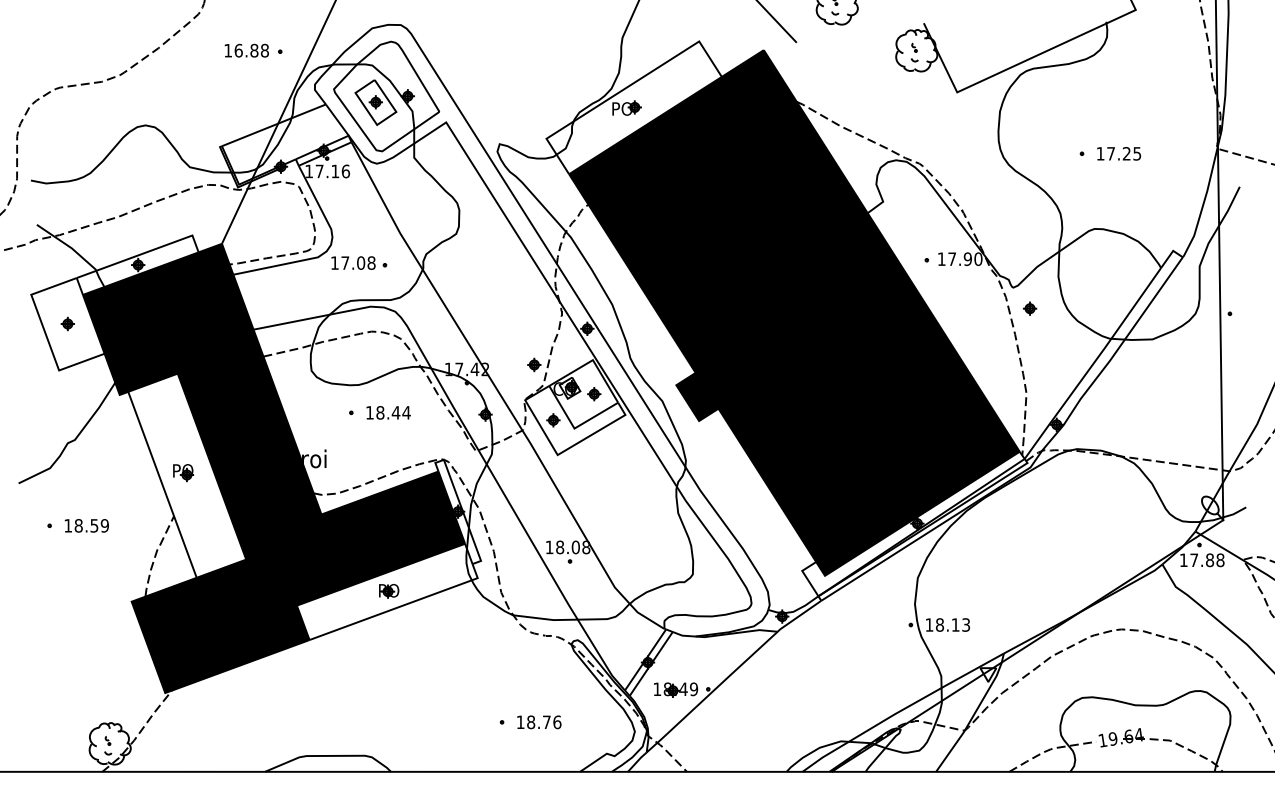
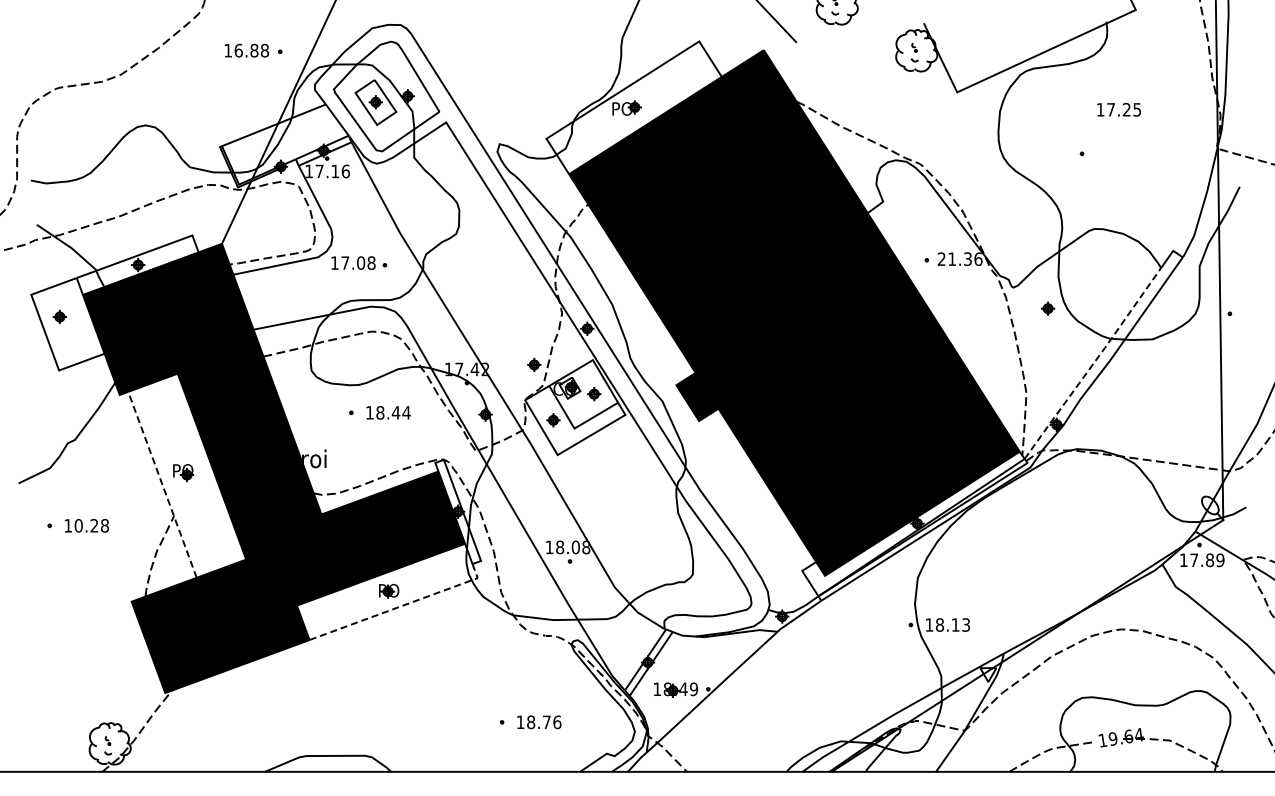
text at (1119, 153) position: (1119, 153) -> (1119, 109)
text at (959, 258): 17.90 -> 21.36
part at (1030, 308) position: (1030, 308) -> (1048, 308)
part at (67, 323) position: (67, 323) -> (59, 316)
line at (1093, 363): solid -> dashed
line at (162, 484): solid -> dashed
text at (91, 525): 18.59 -> 10.28
text at (1220, 560): 17.88 -> 17.89
line at (401, 606): solid -> dashed
